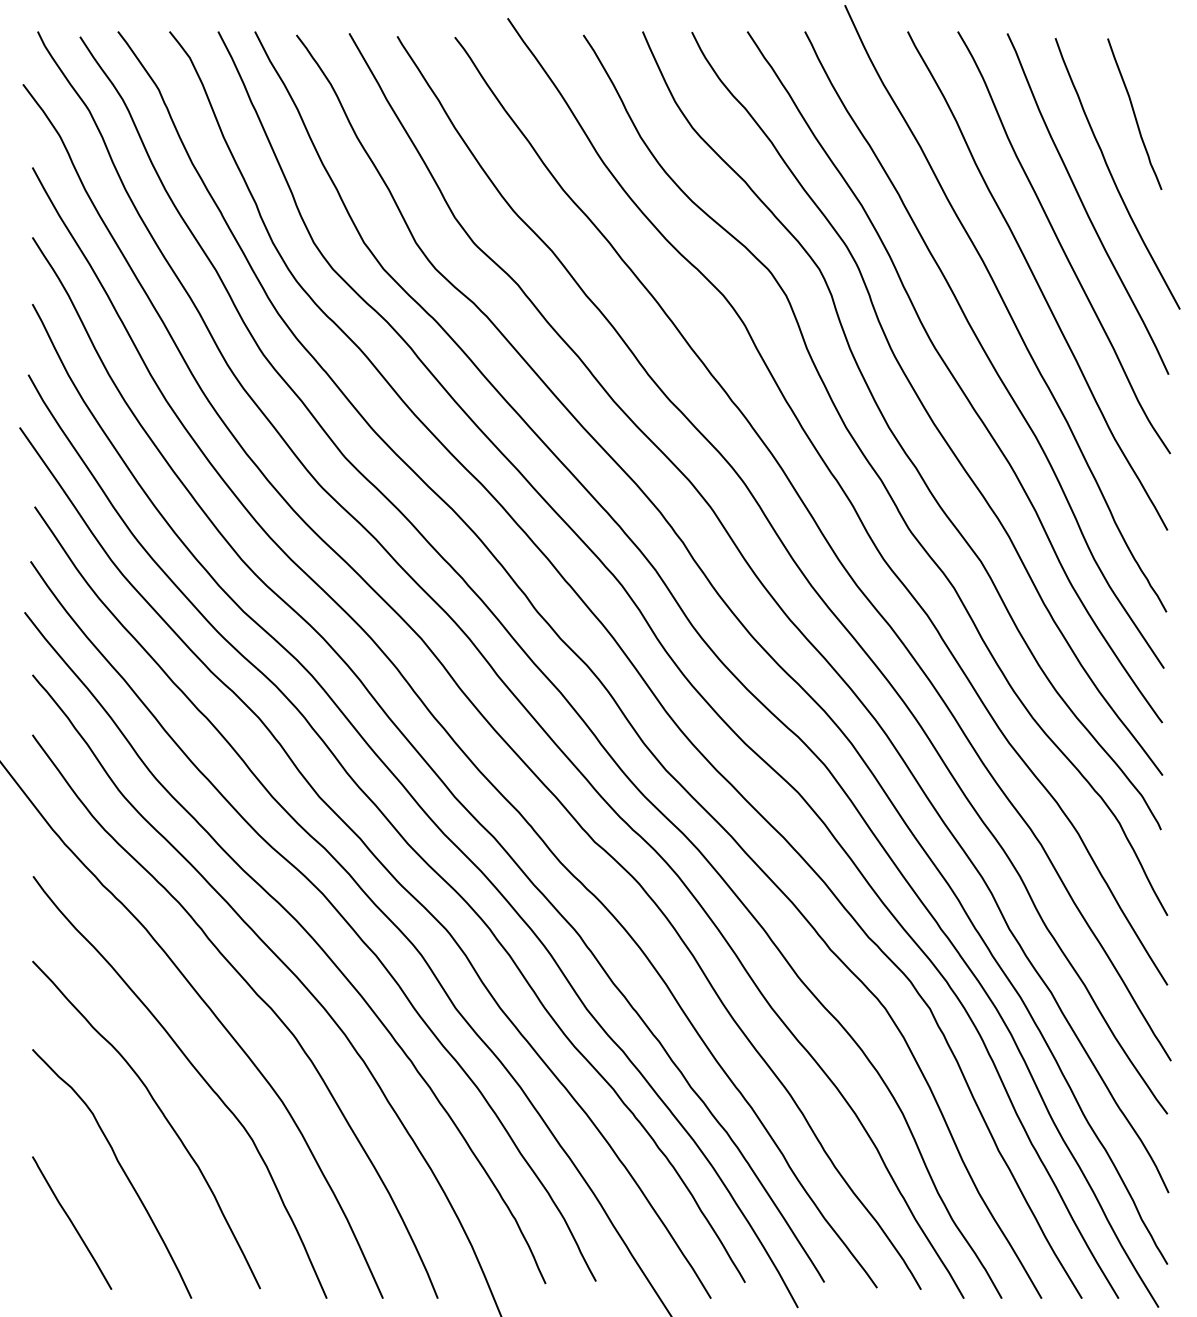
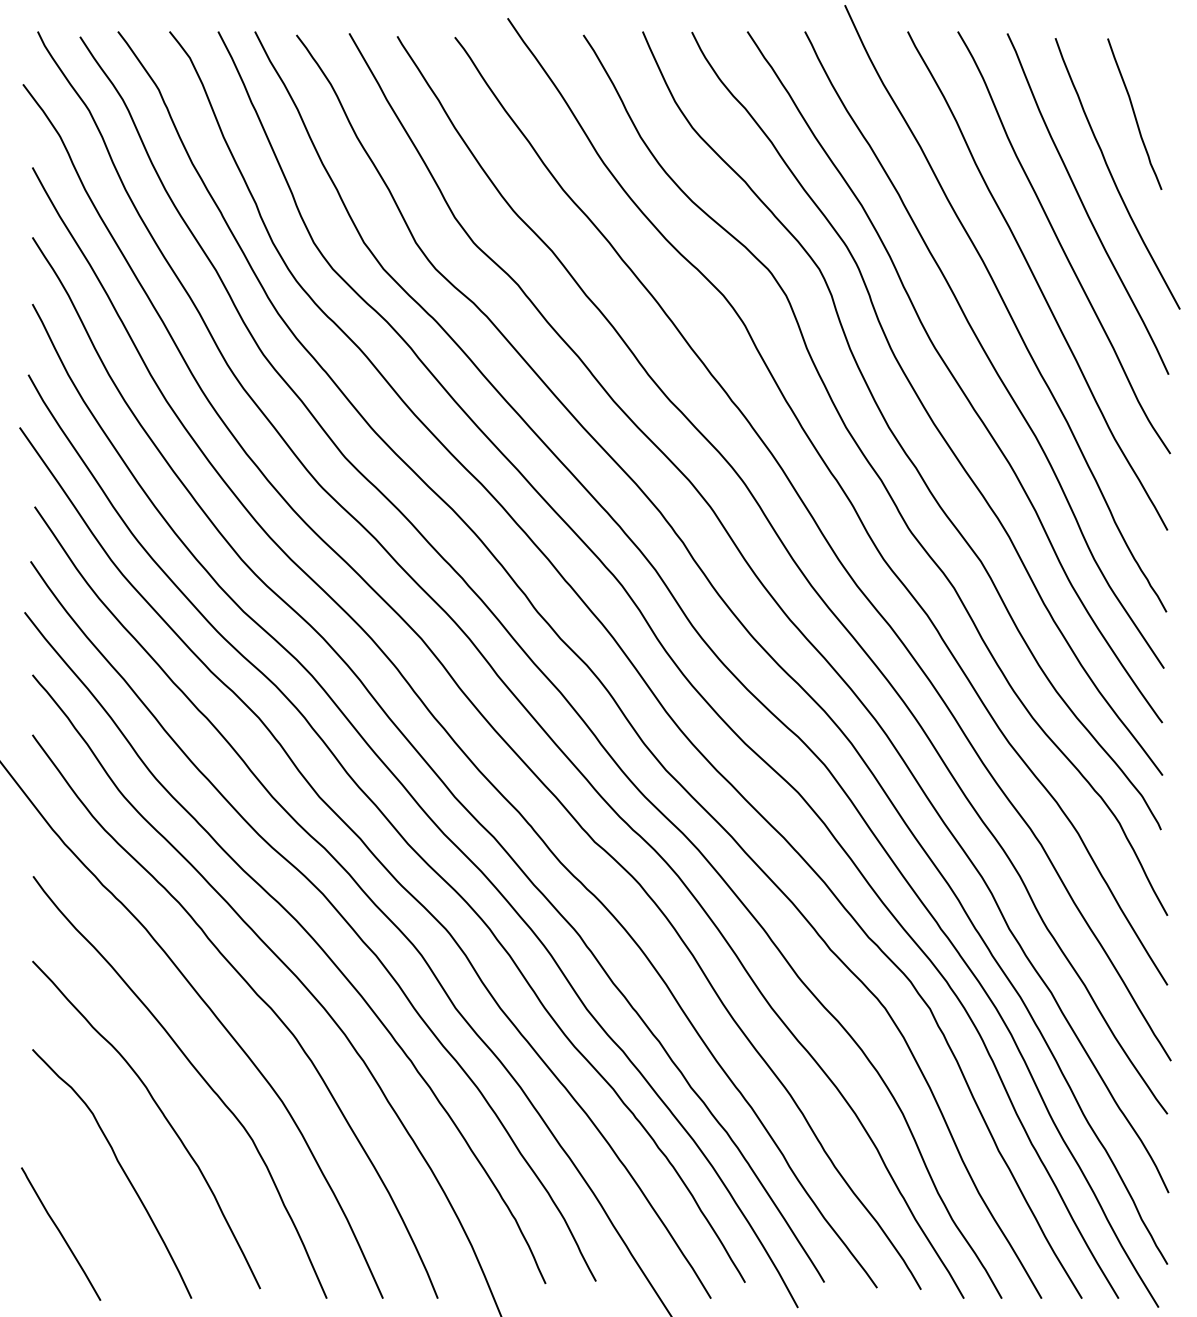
curve at (72, 1222) position: (72, 1222) -> (61, 1233)
